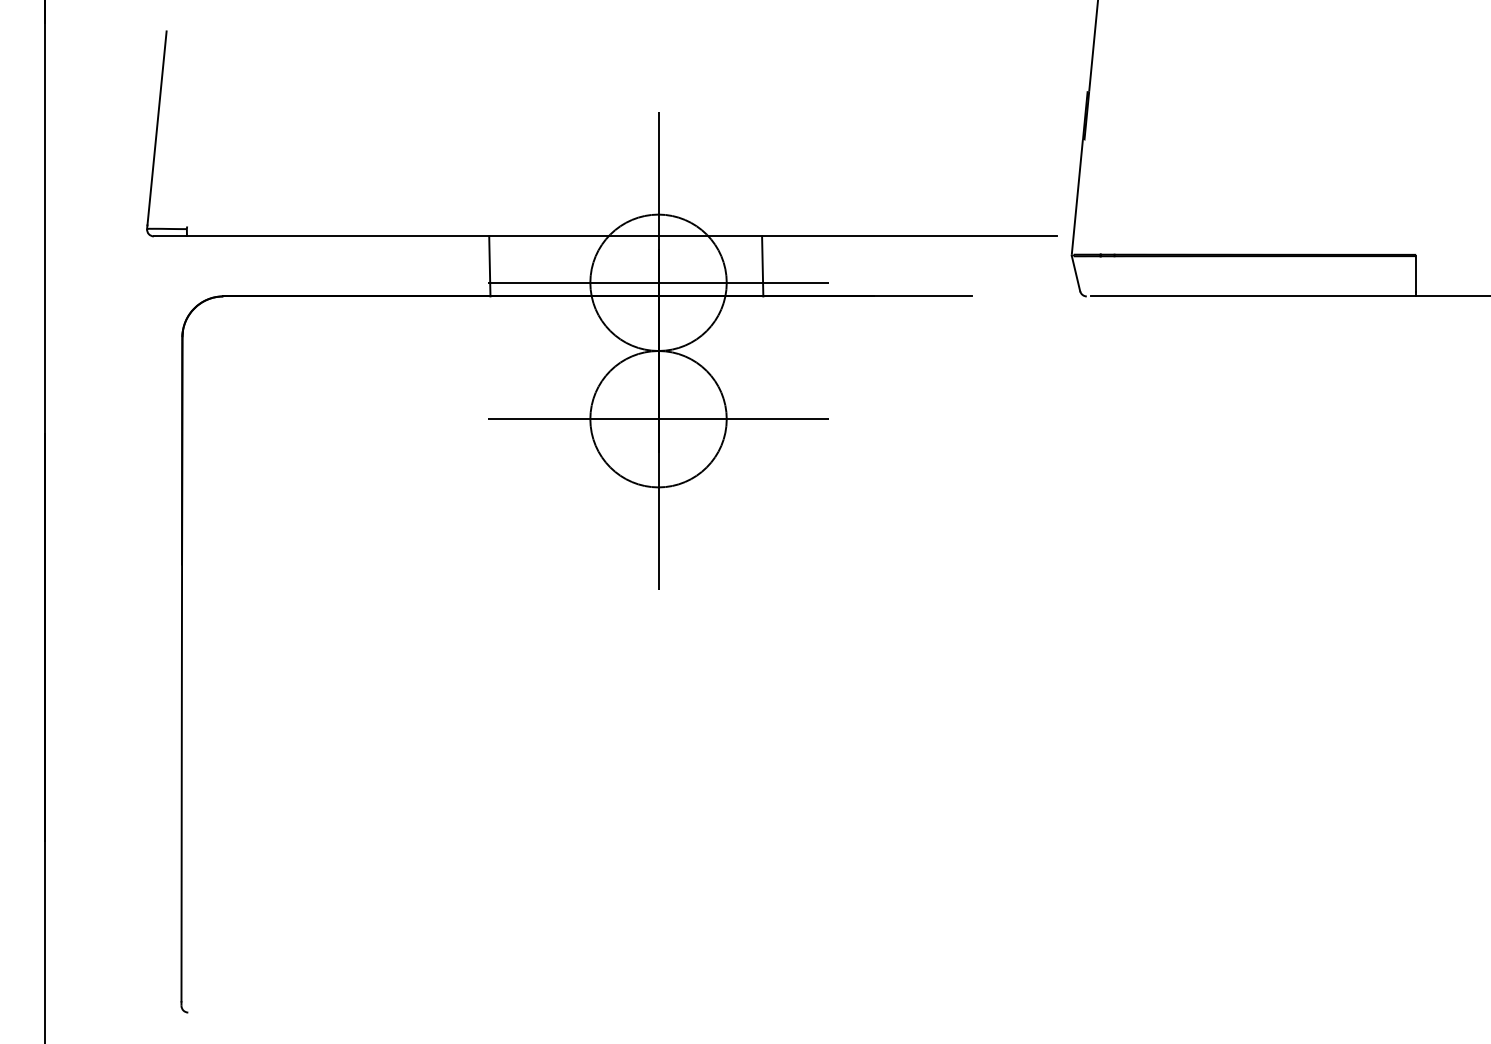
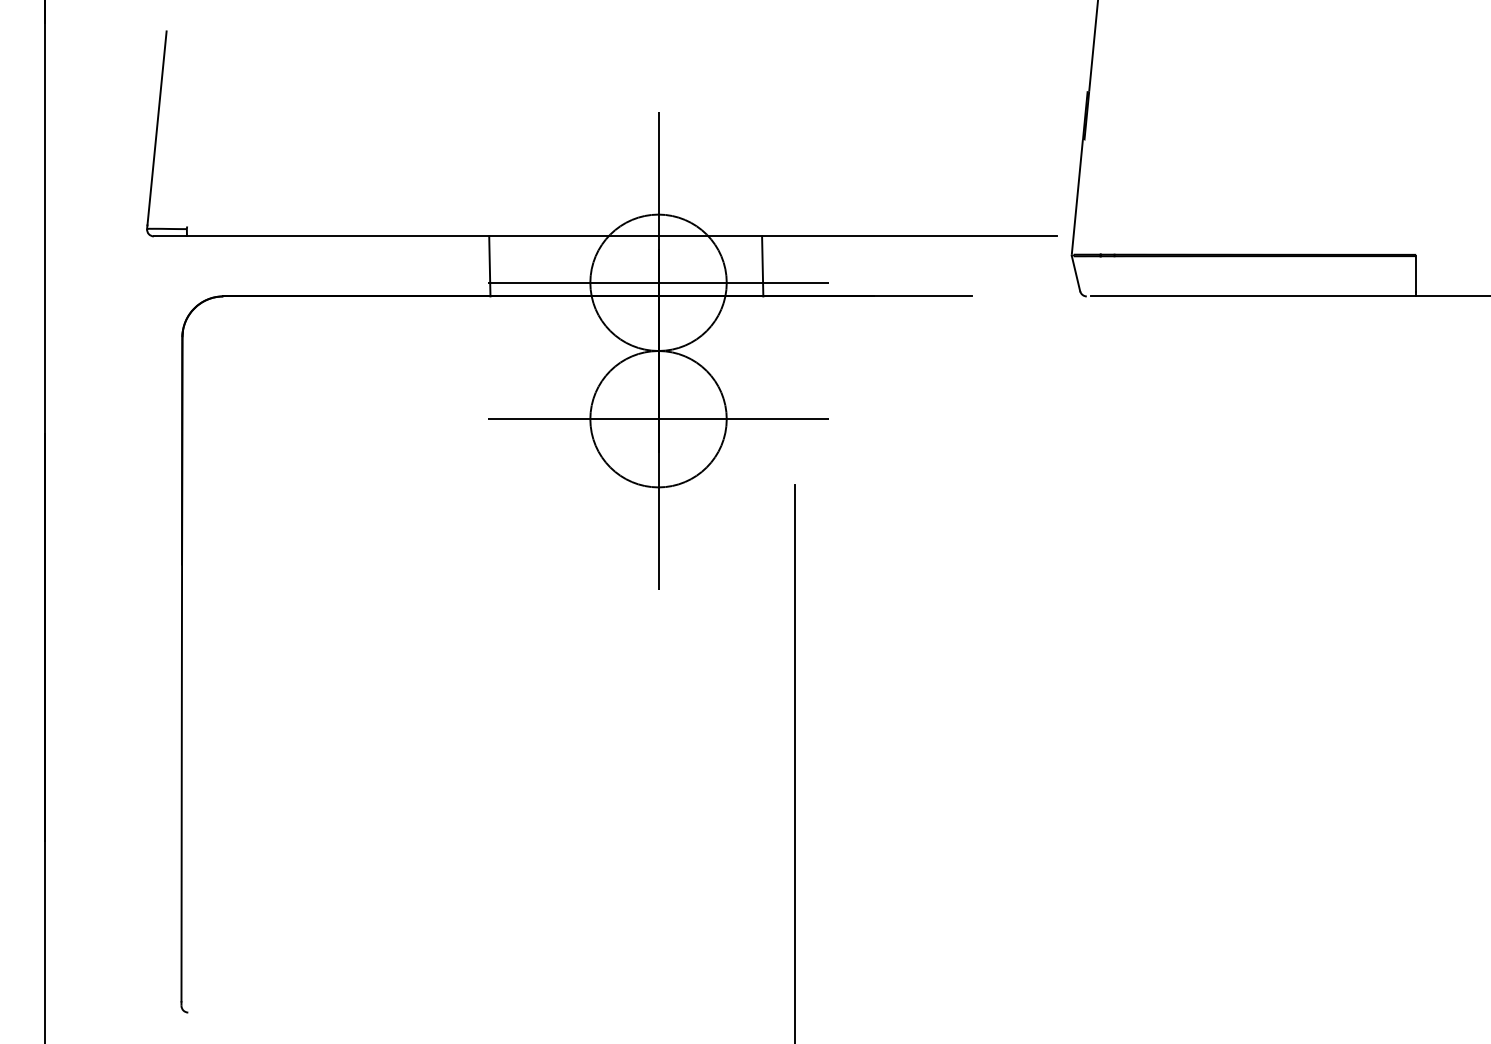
line at (794, 762): none -> present
